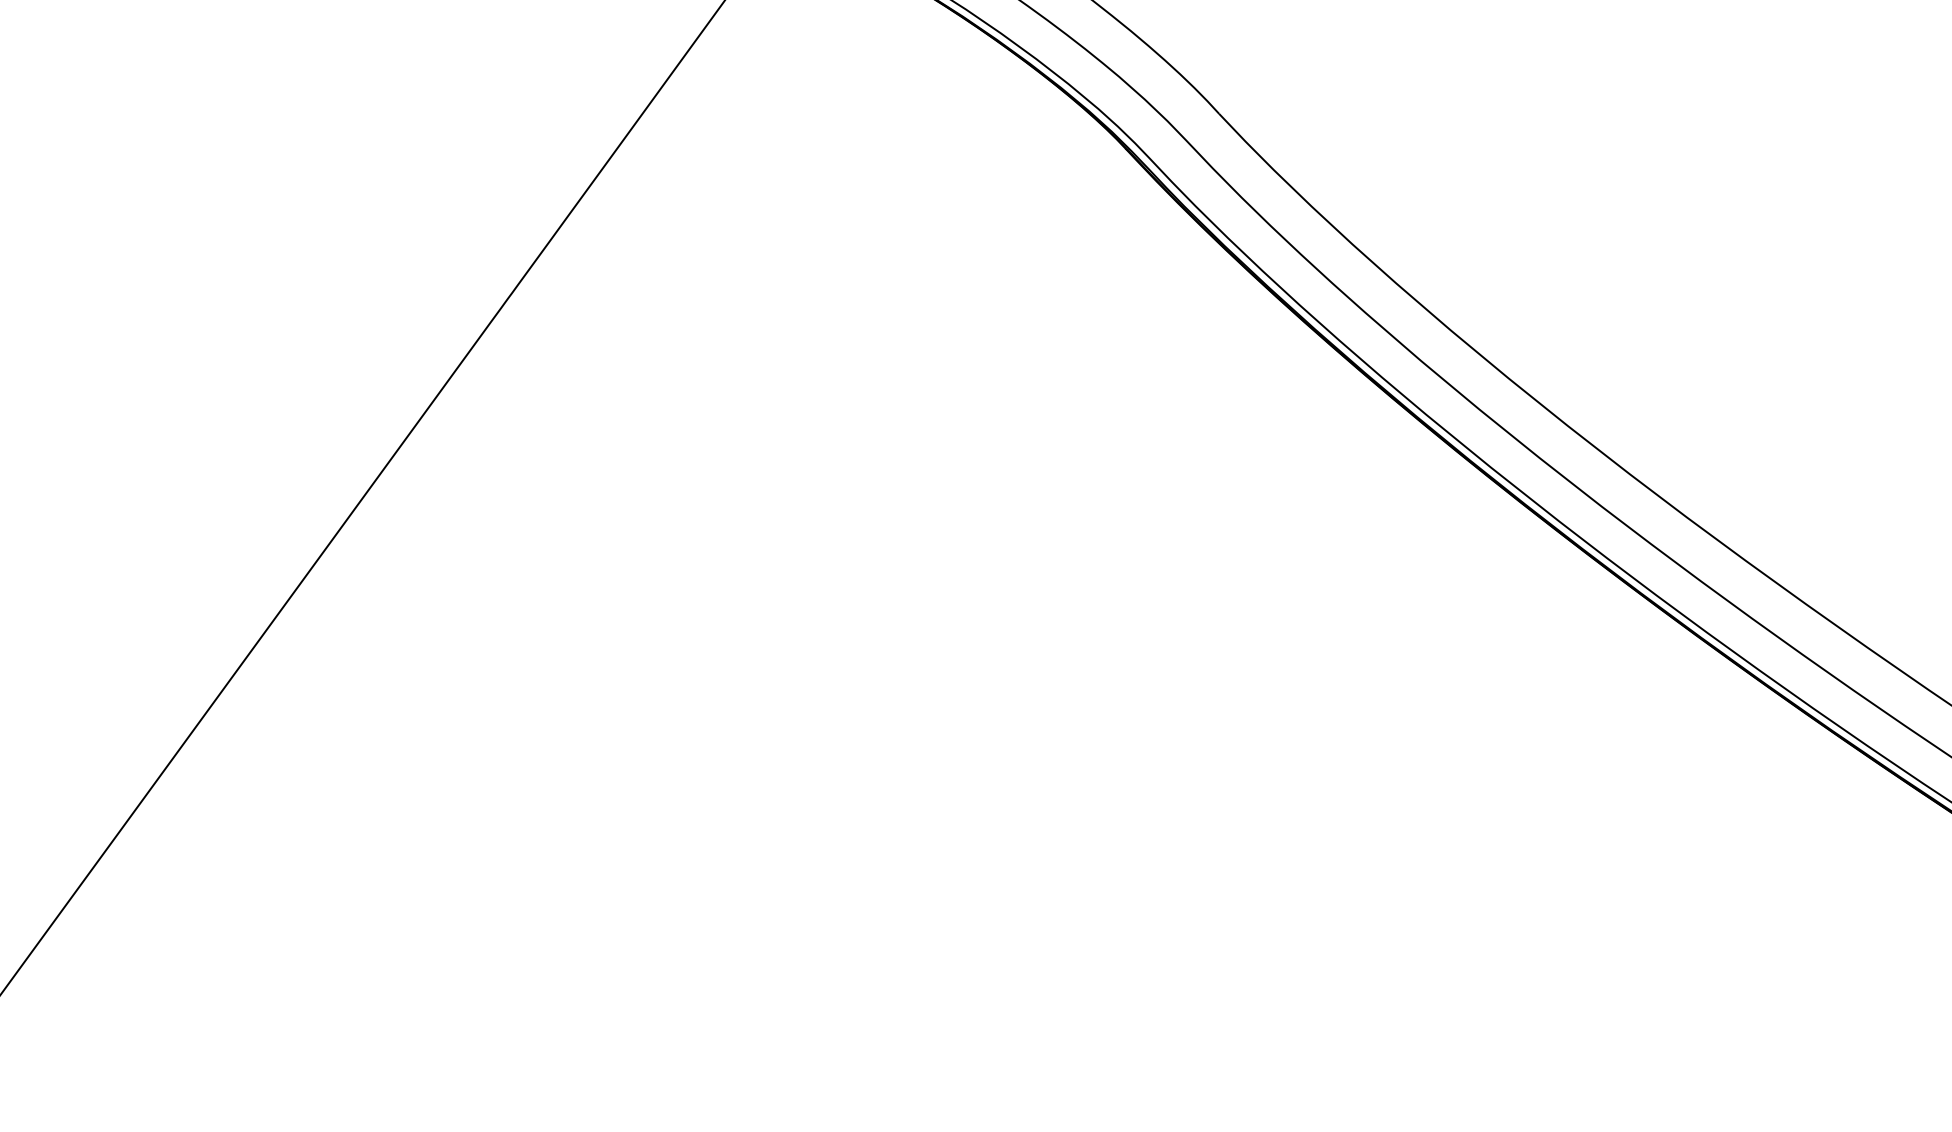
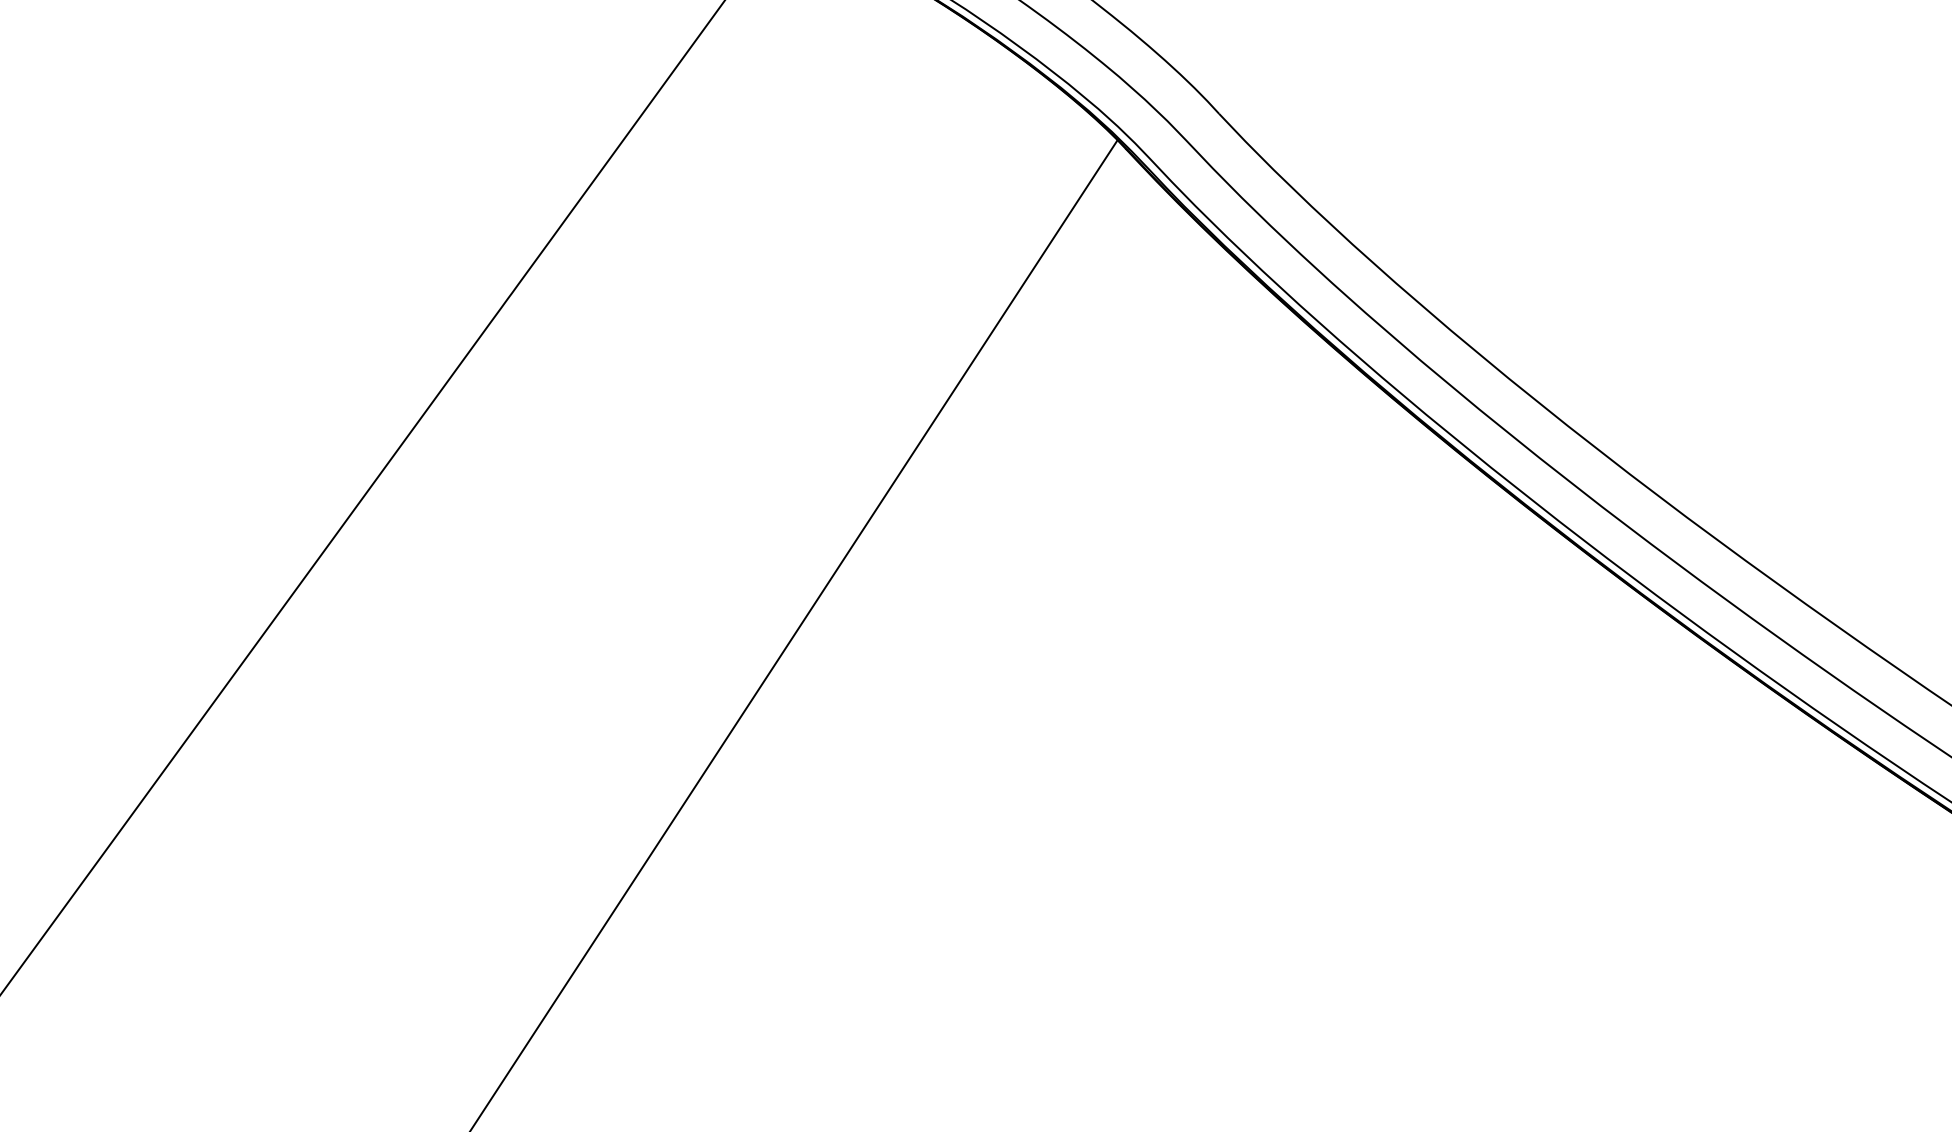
line at (794, 634): none -> present
